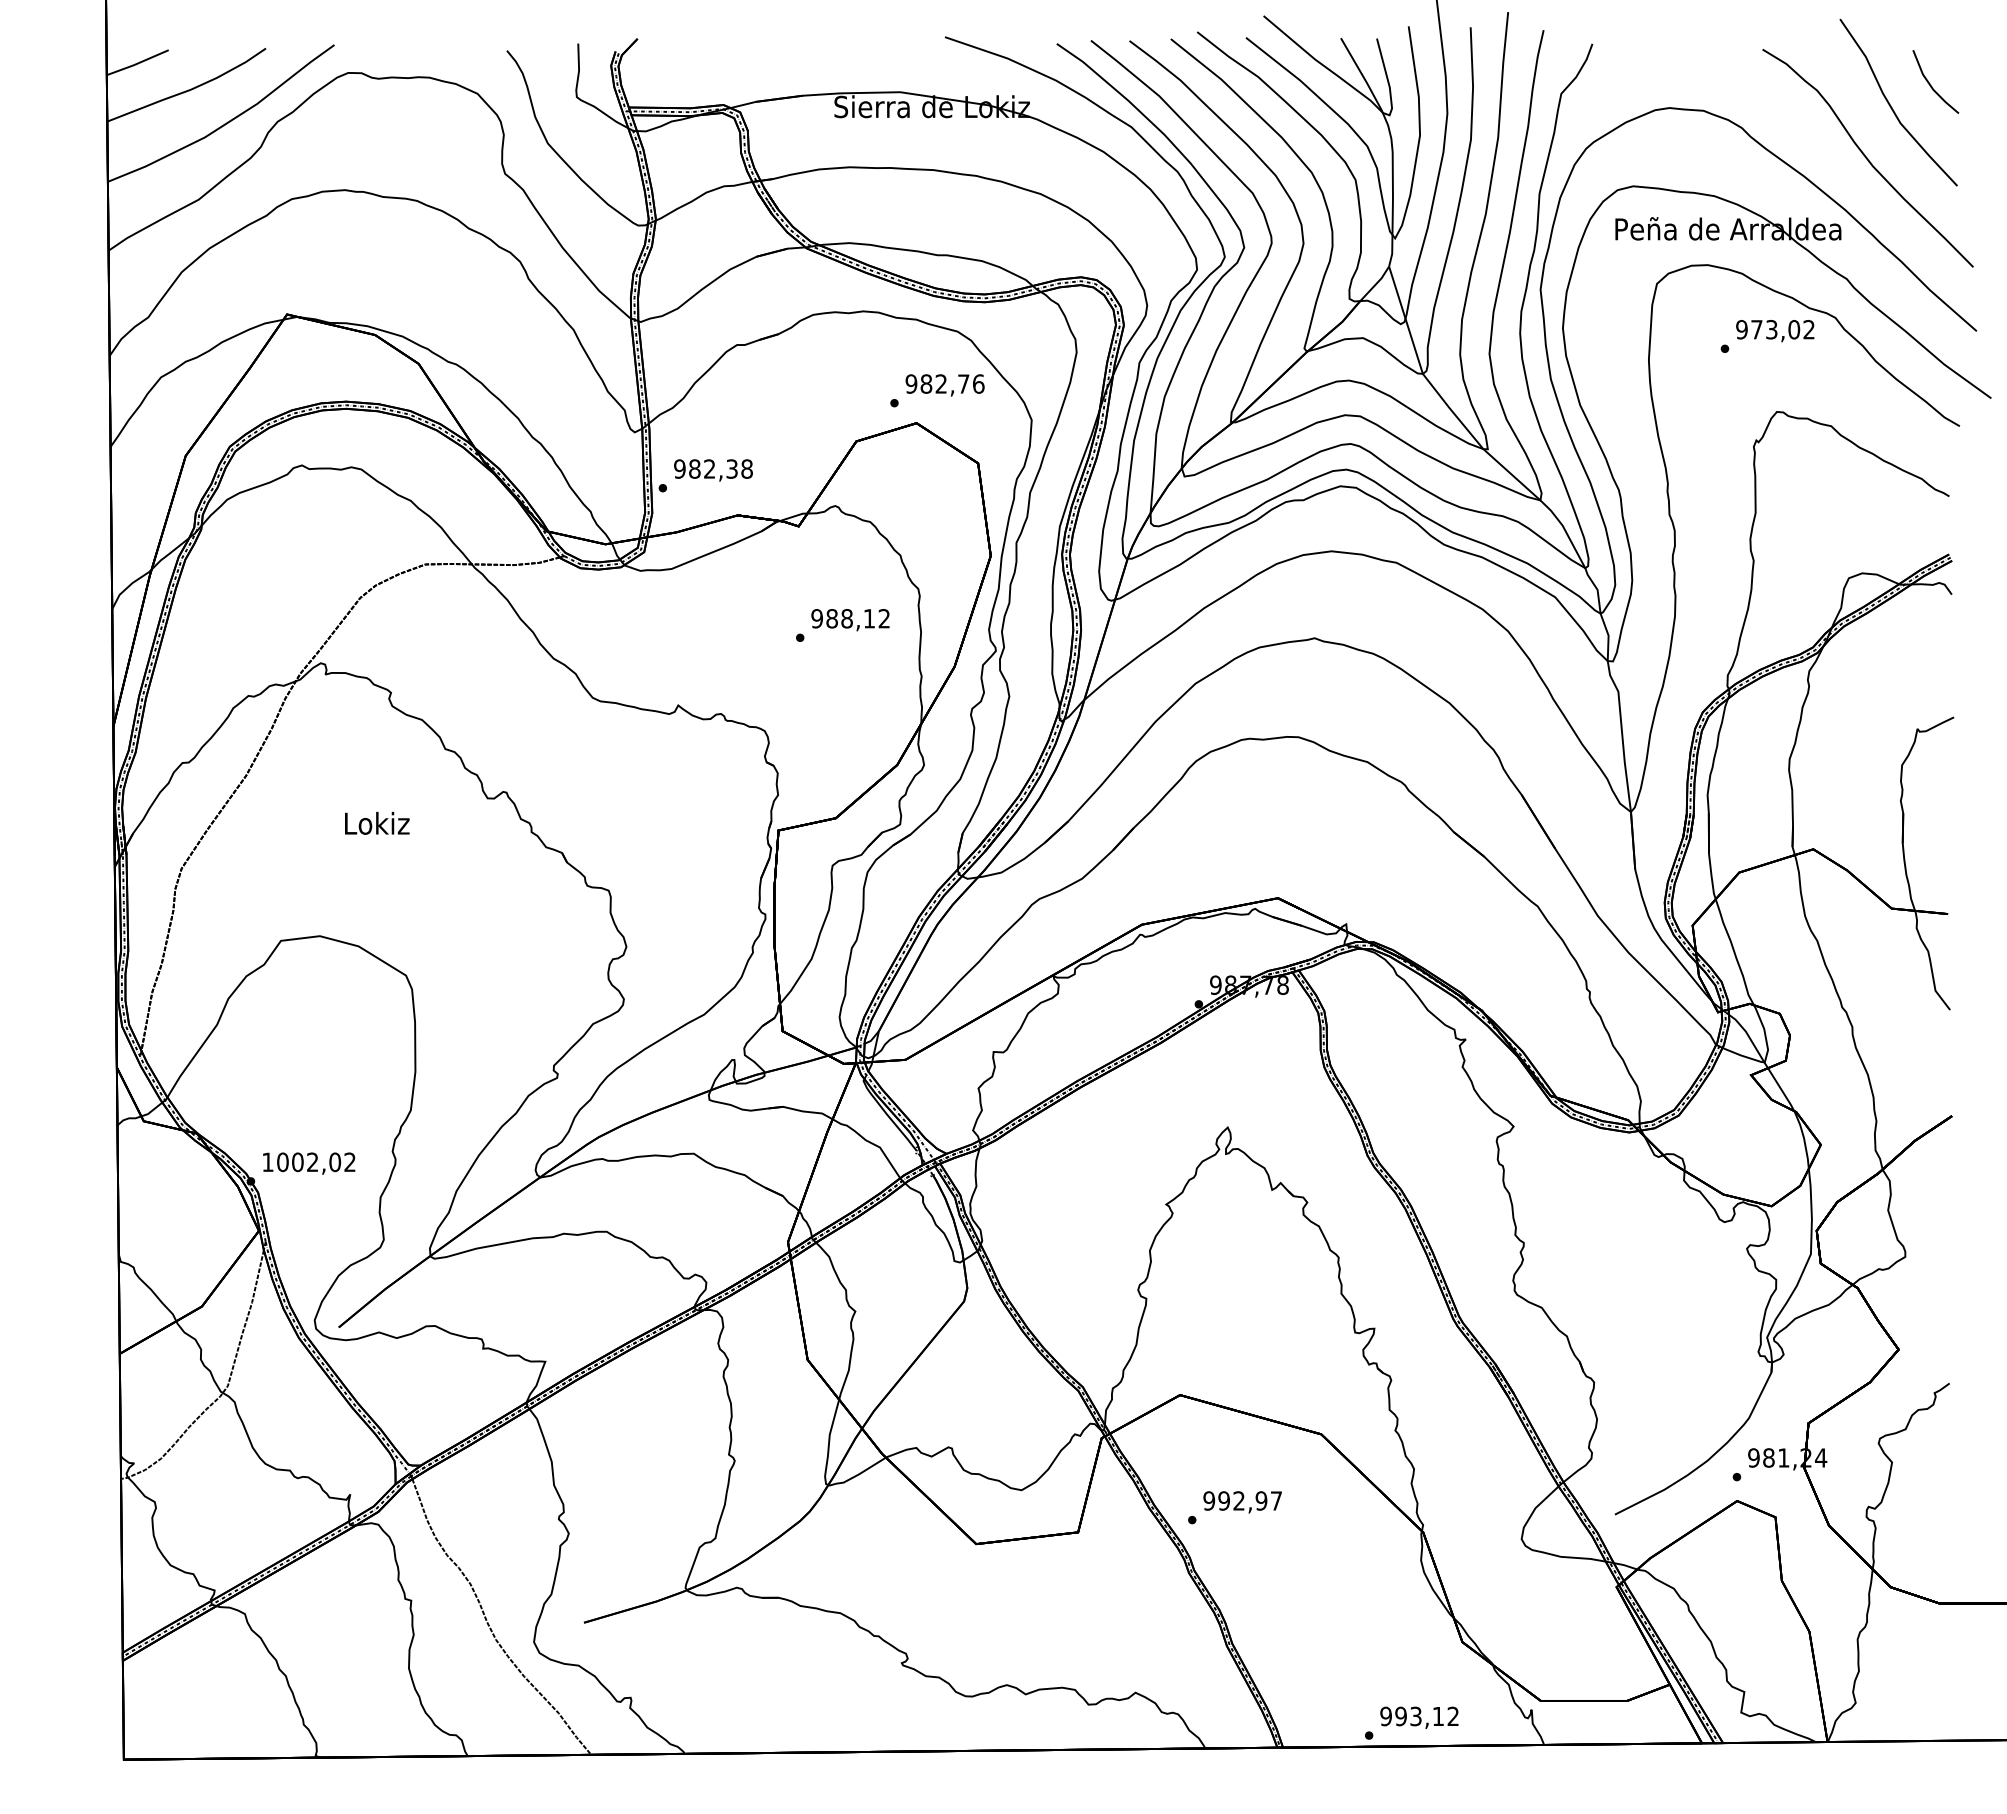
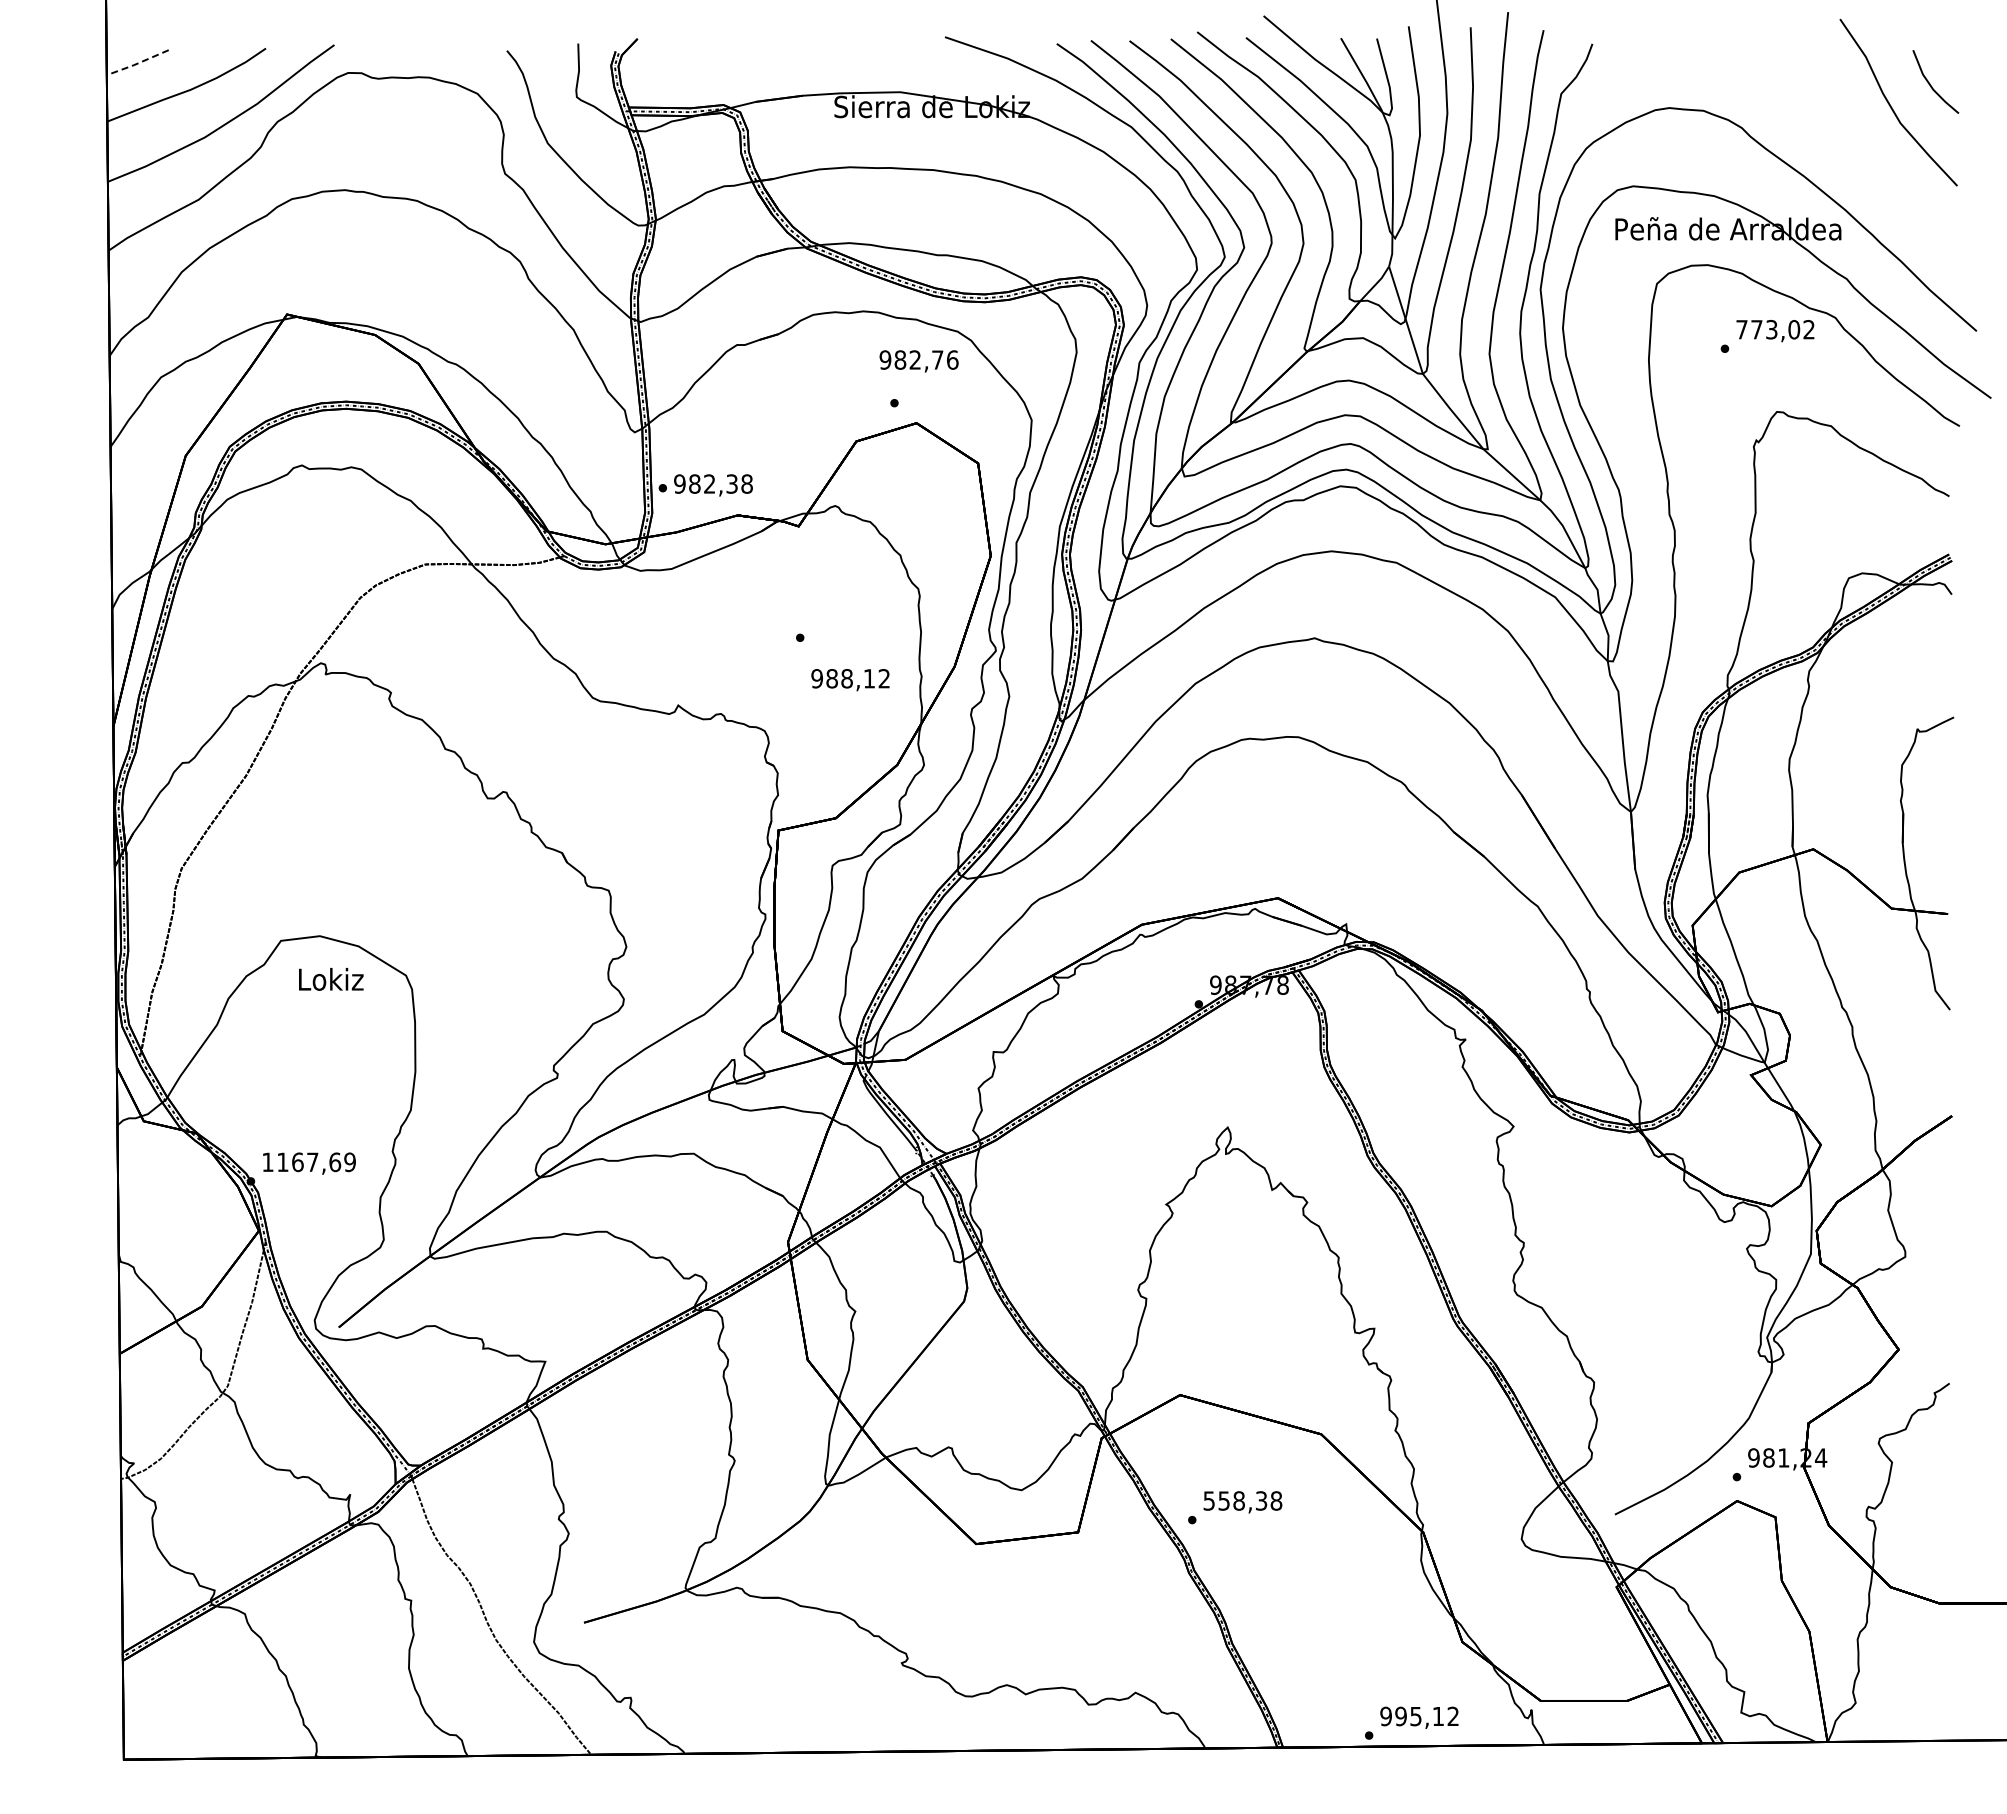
line at (137, 63): solid -> dashed
curve at (1867, 158): present -> none
text at (1741, 329): 973,02 -> 773,02
text at (944, 385) position: (944, 385) -> (918, 361)
text at (713, 470) position: (713, 470) -> (713, 485)
text at (850, 620) position: (850, 620) -> (850, 680)
text at (377, 823) position: (377, 823) -> (331, 979)
text at (316, 1162): 1002,02 -> 1167,69
text at (1242, 1500): 992,97 -> 558,38
text at (1416, 1715): 993,12 -> 995,12
